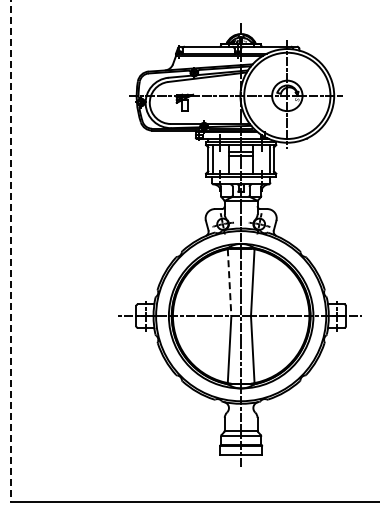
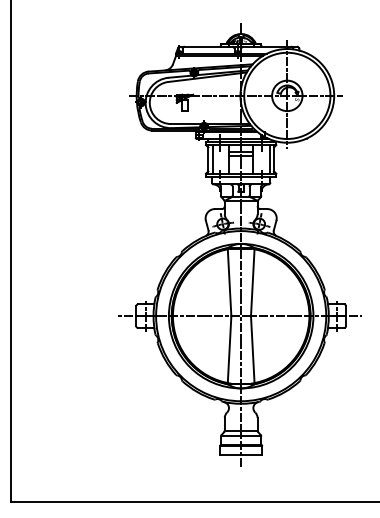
line at (11, 251): dashed -> solid
line at (229, 282): dashed -> solid
